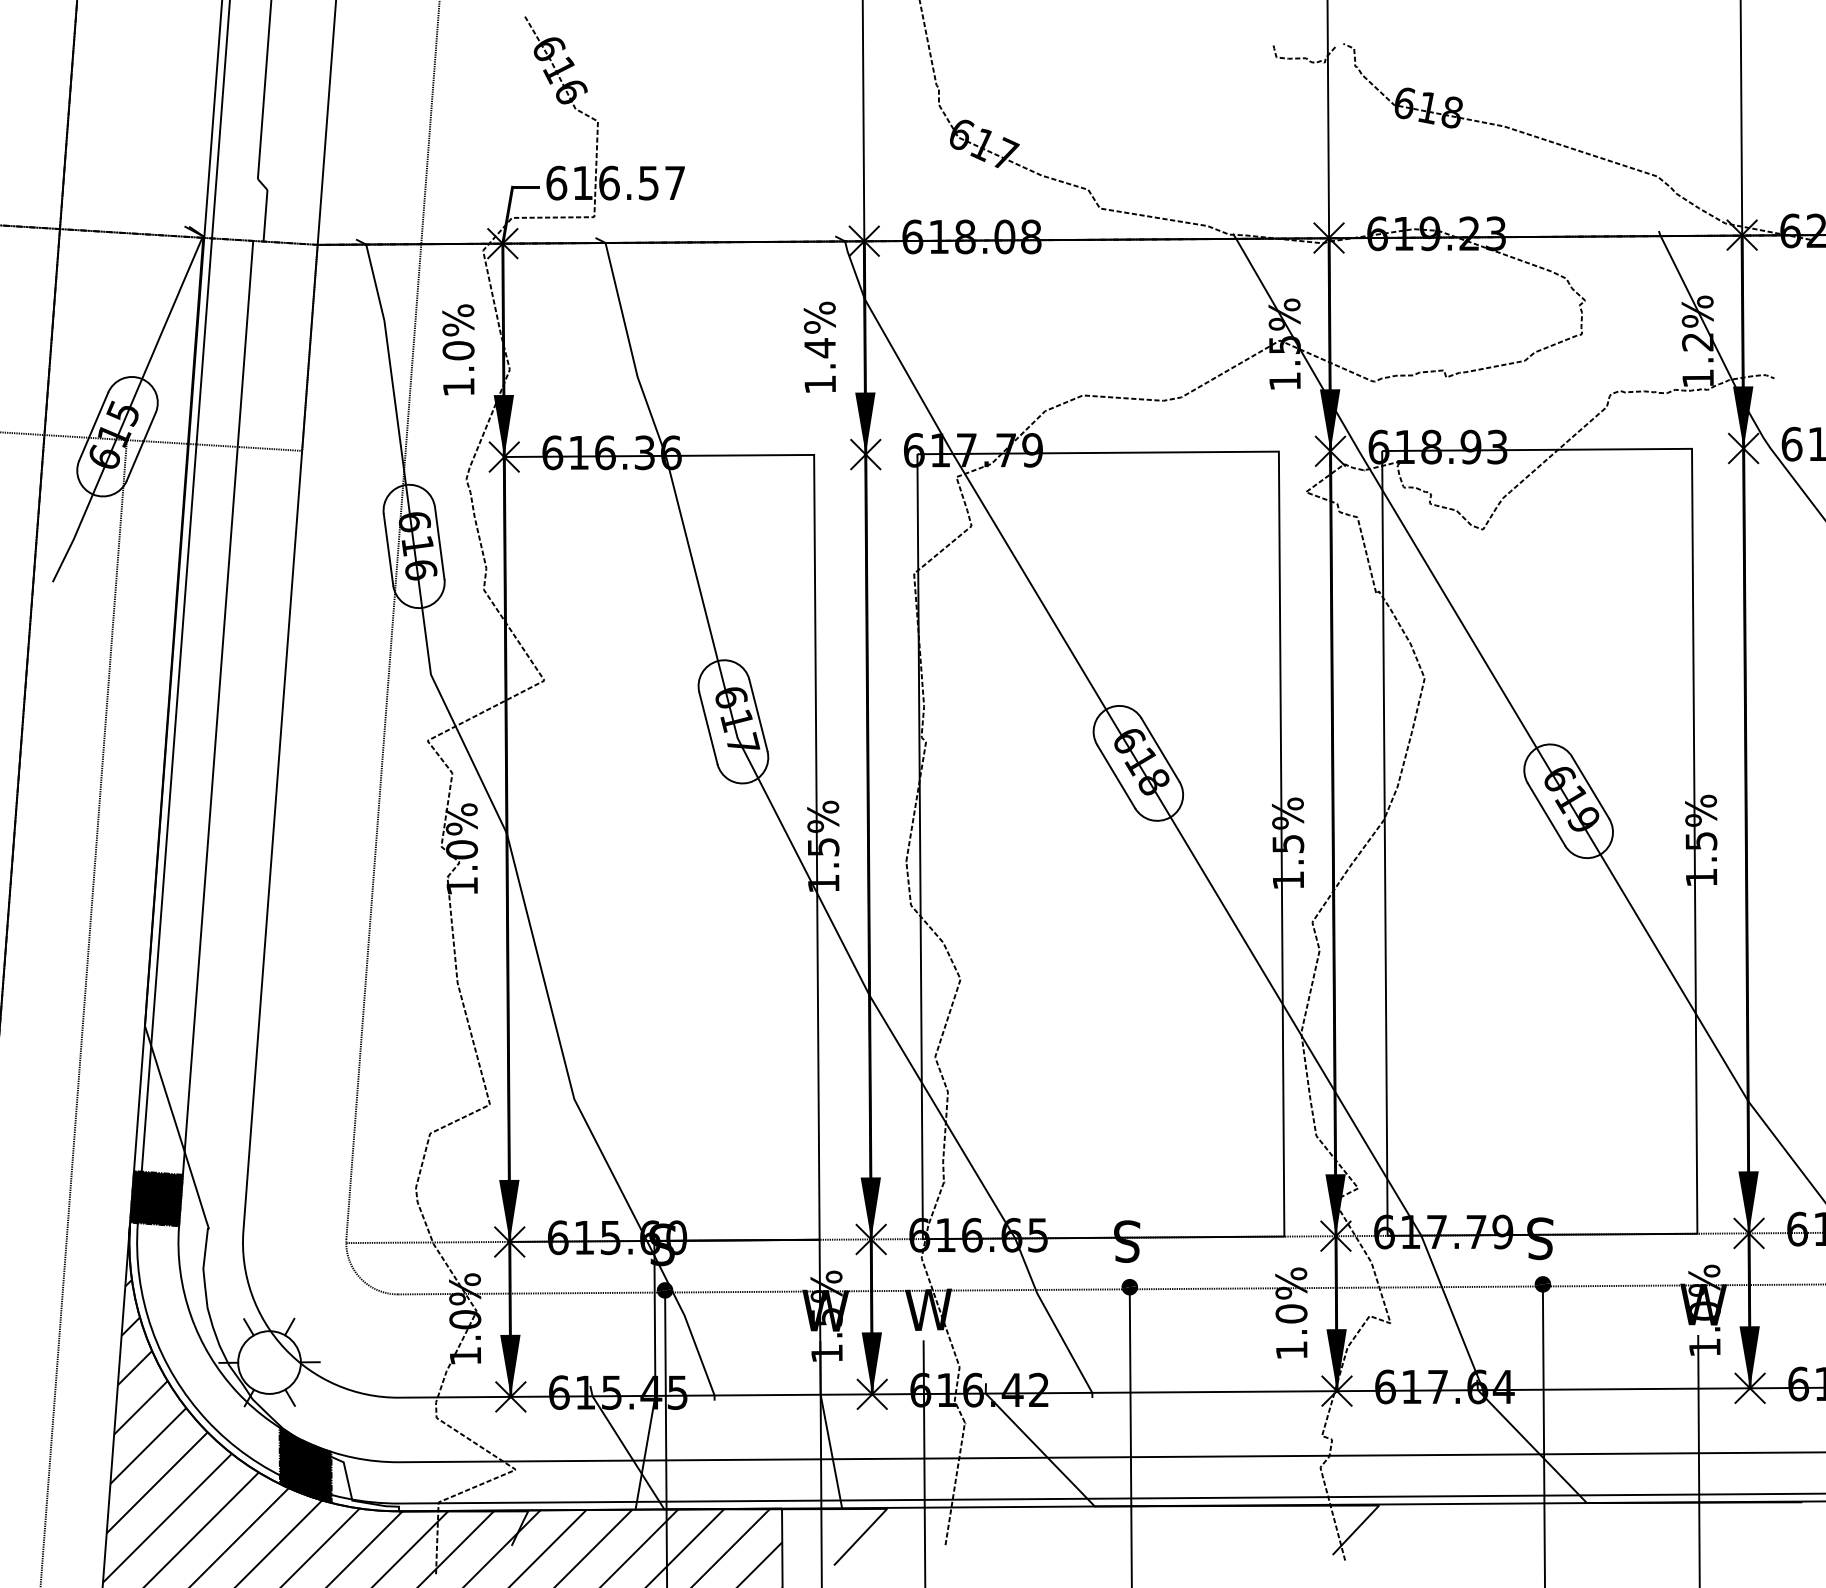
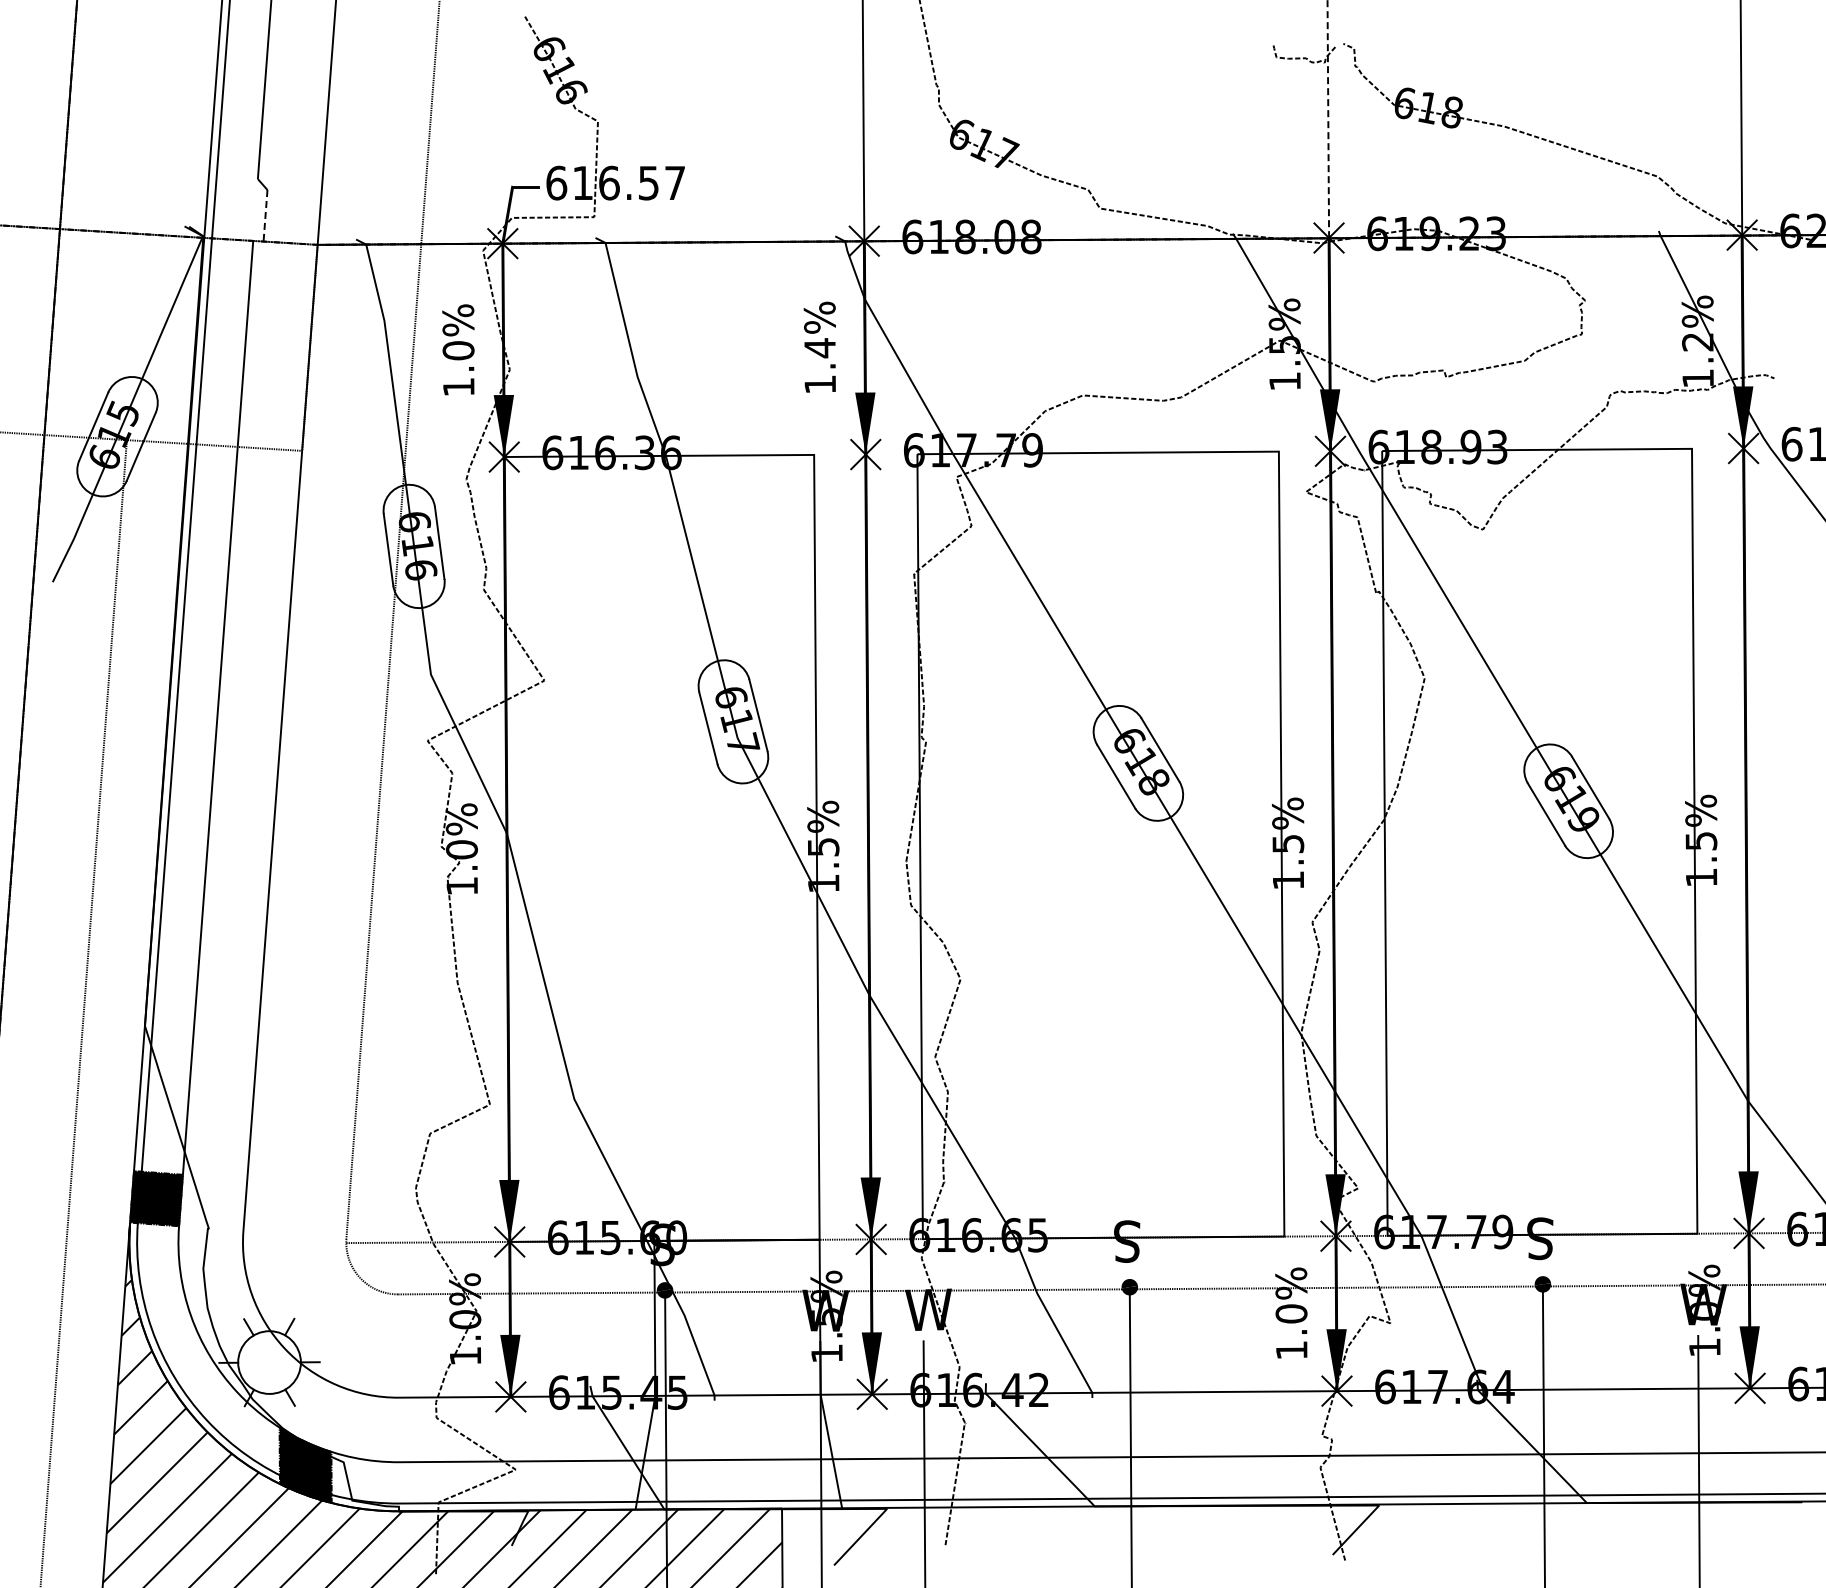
line at (1328, 119): solid -> dashed
line at (265, 215): solid -> dashed
